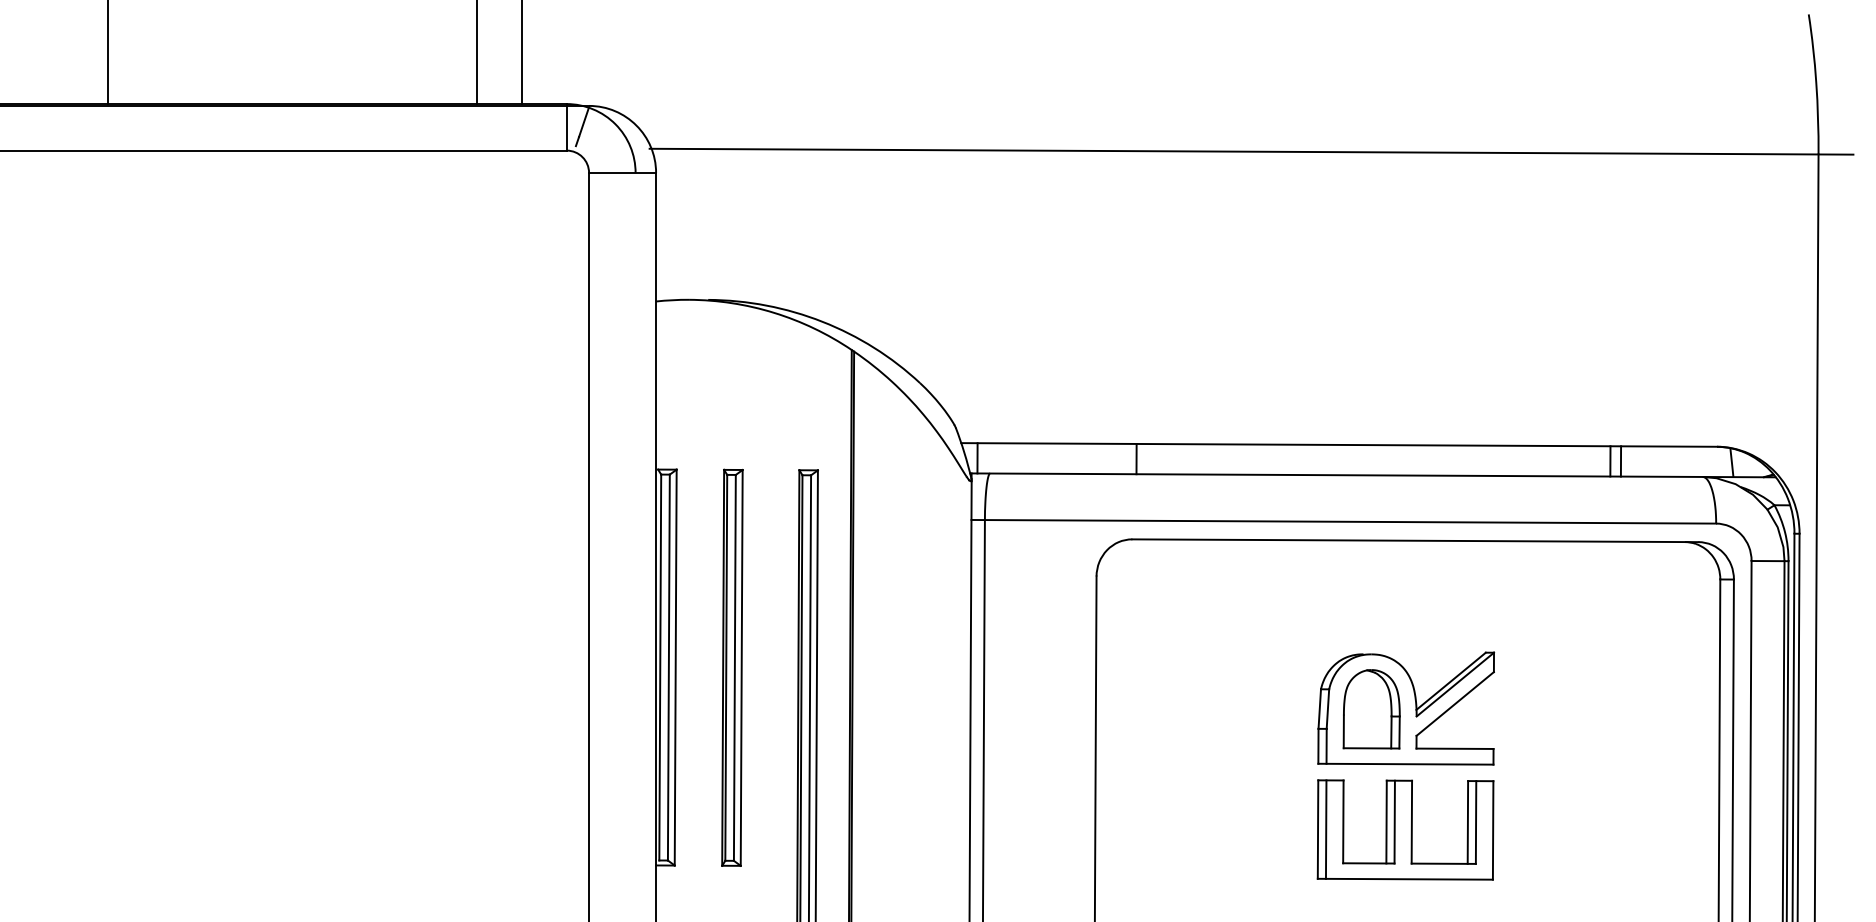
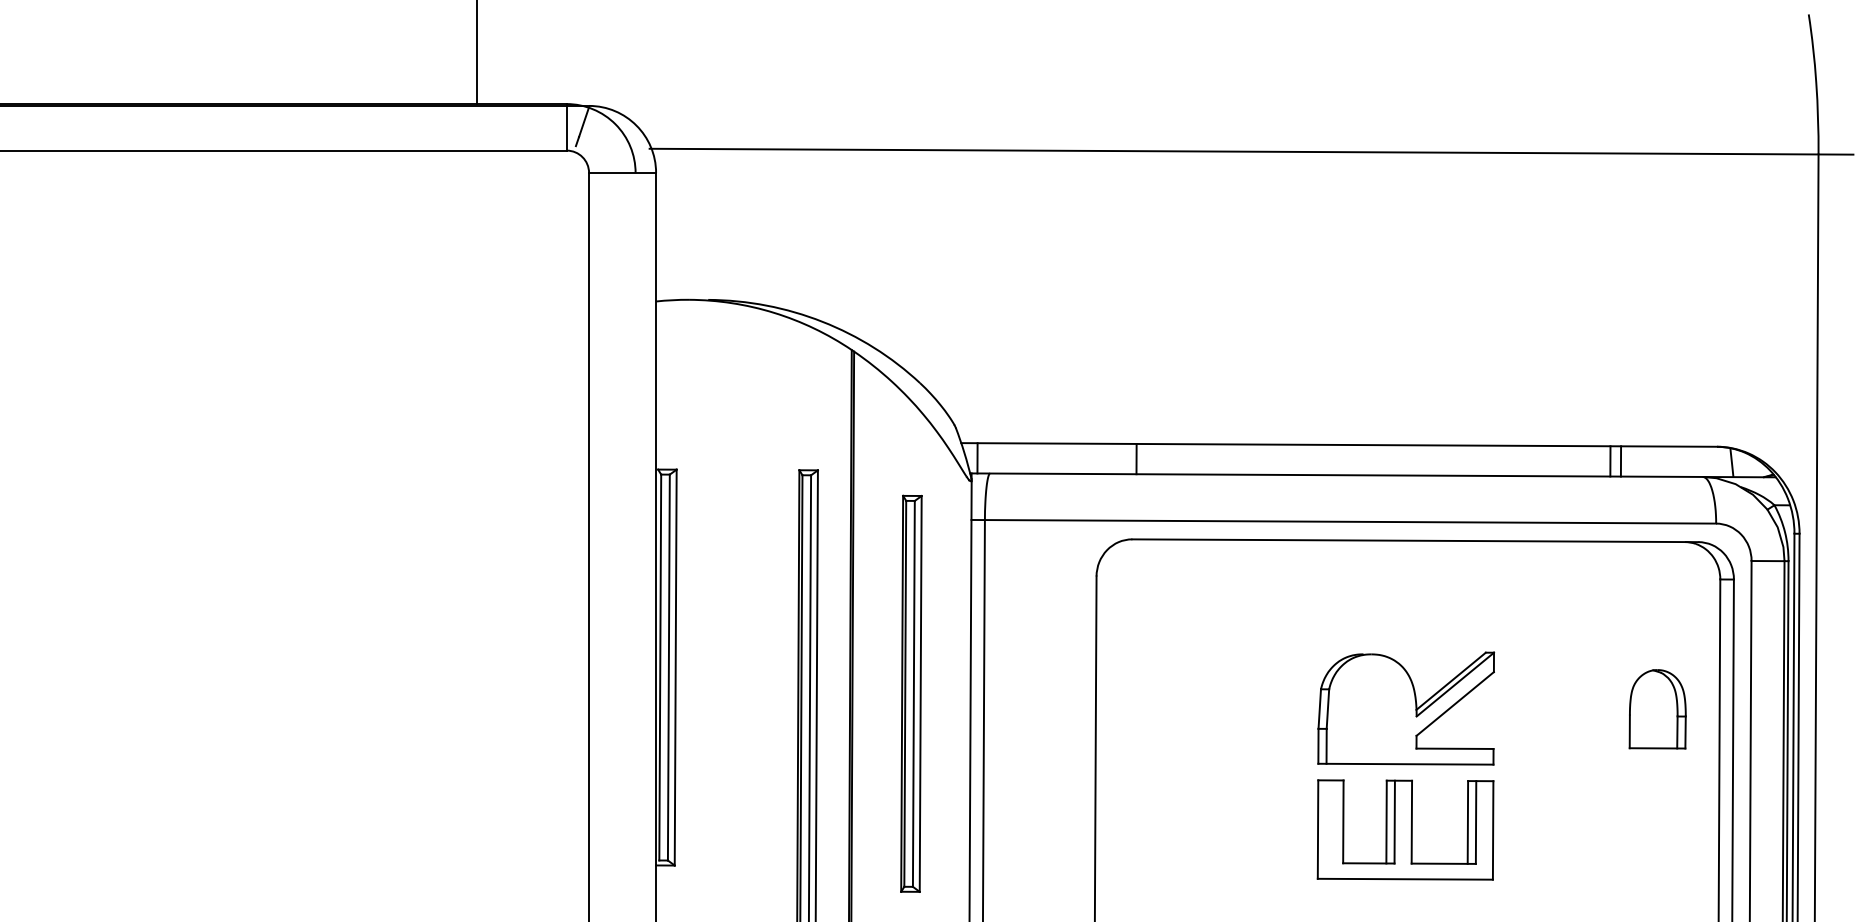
line at (108, 53): present -> none
line at (521, 53): present -> none
part at (732, 667) position: (732, 667) -> (911, 693)
part at (1371, 709) position: (1371, 709) -> (1657, 709)
line at (1325, 829): present -> none
